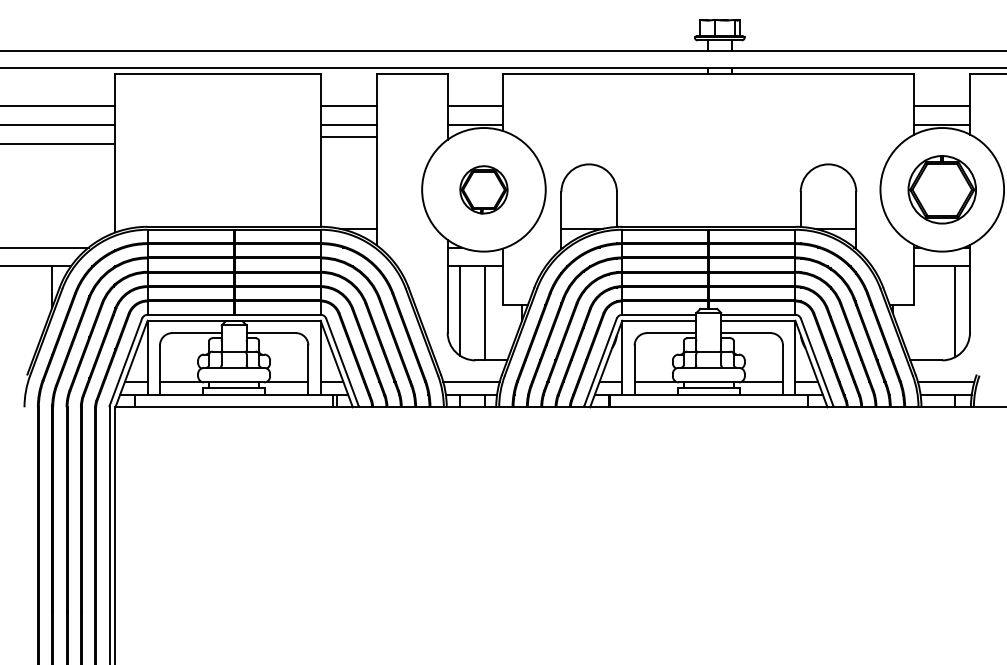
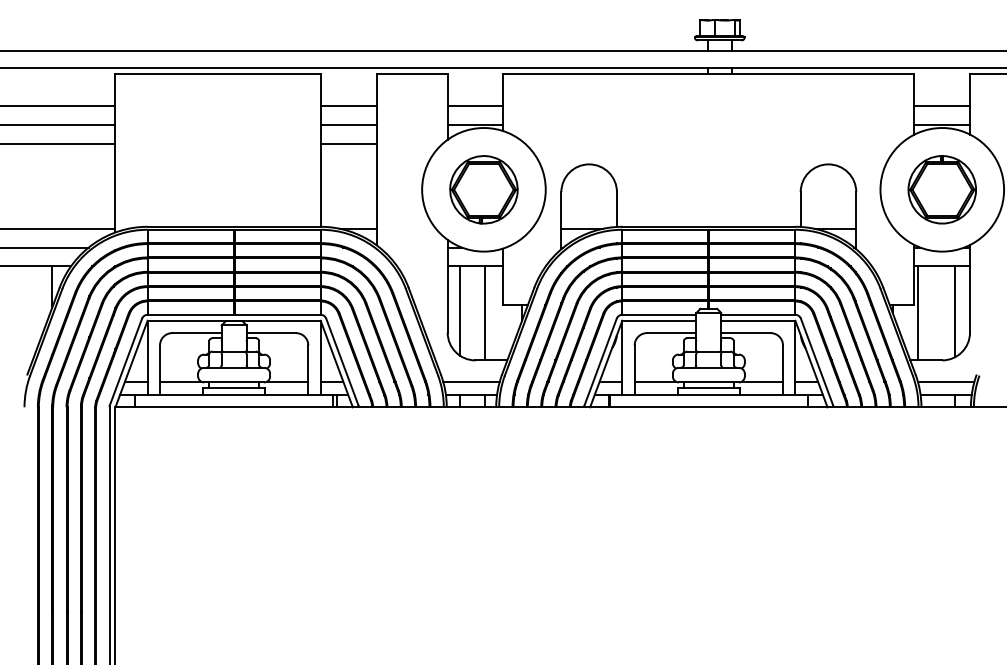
line at (348, 136) position: (348, 136) -> (348, 143)
part at (483, 189) size: 50x50 px -> 70x70 px
line at (58, 228): none -> present
line at (917, 313): none -> present
